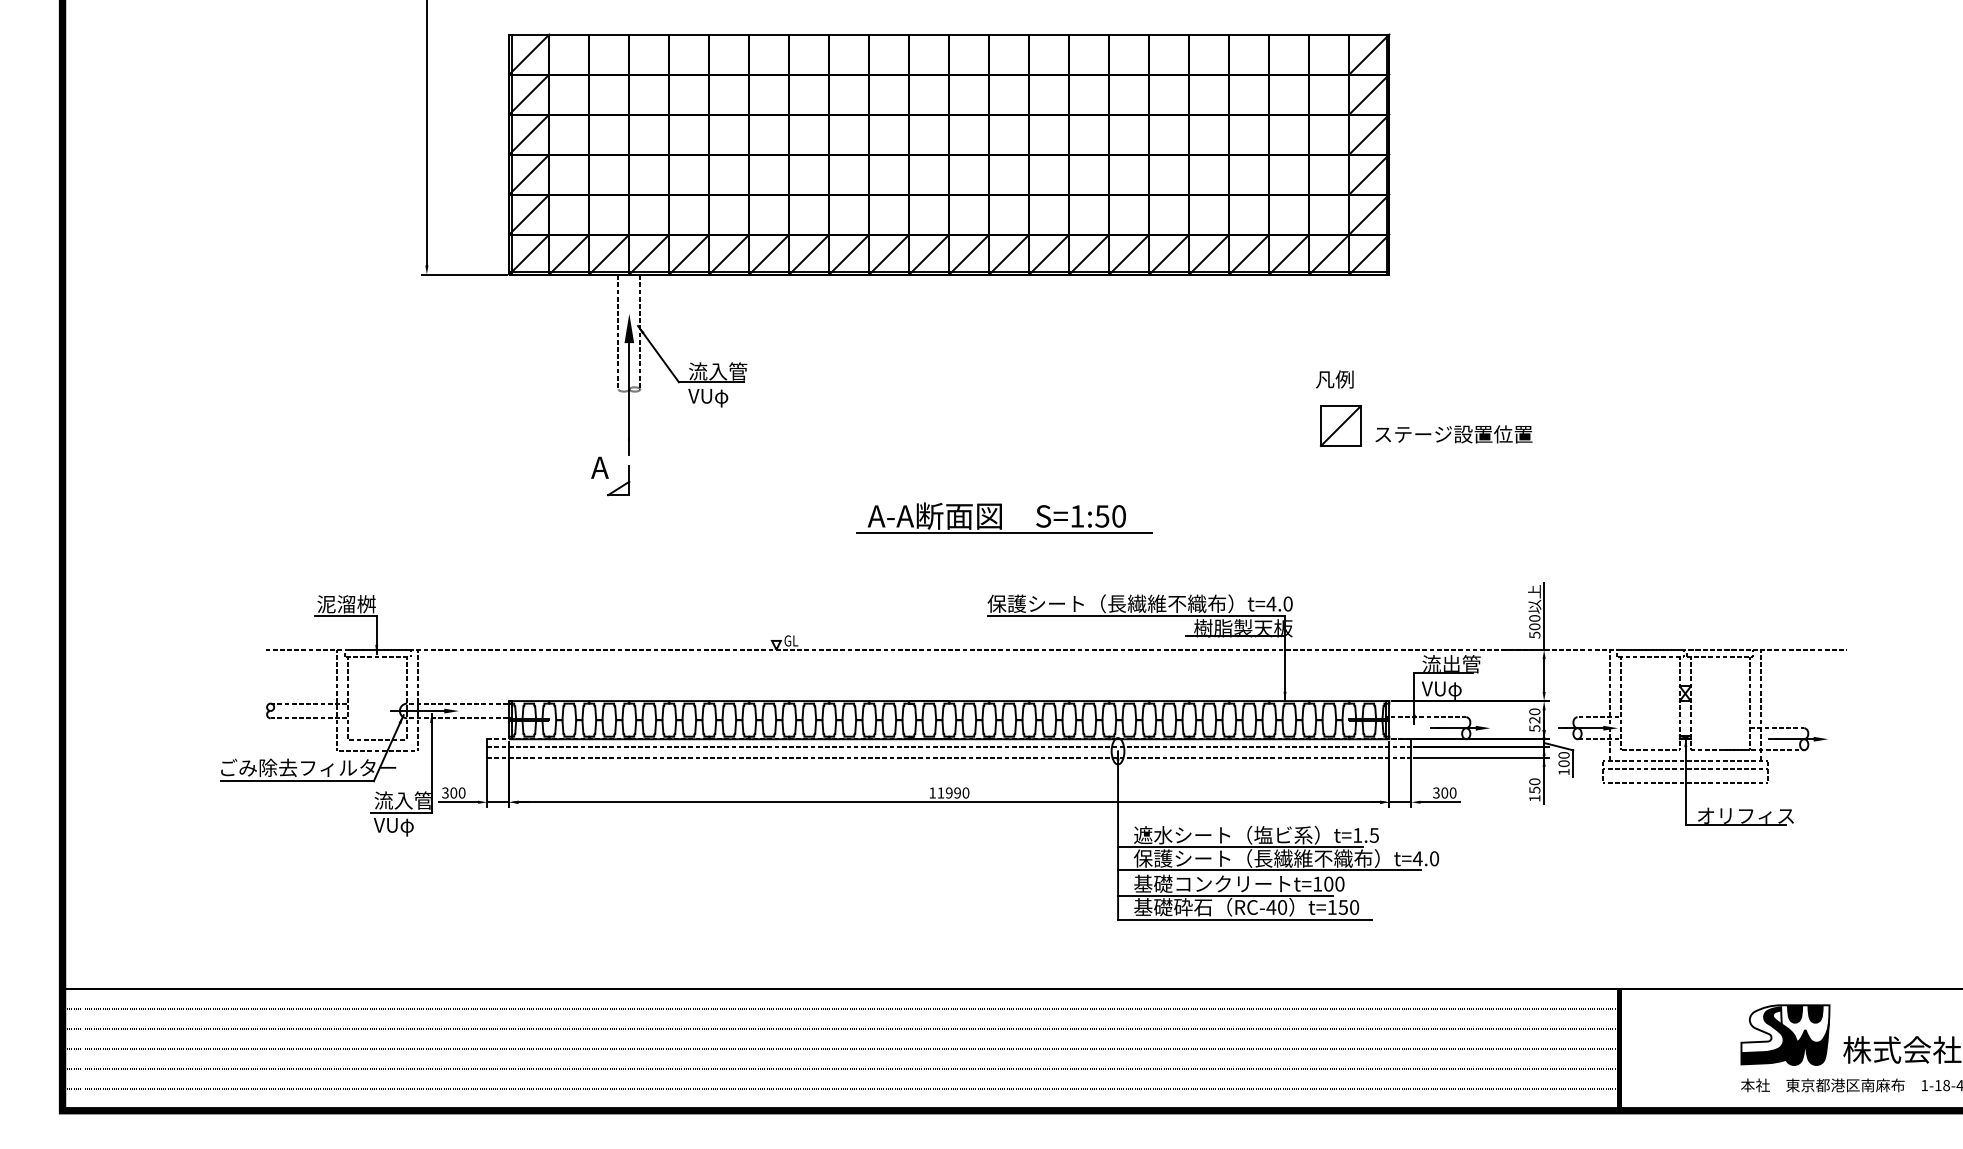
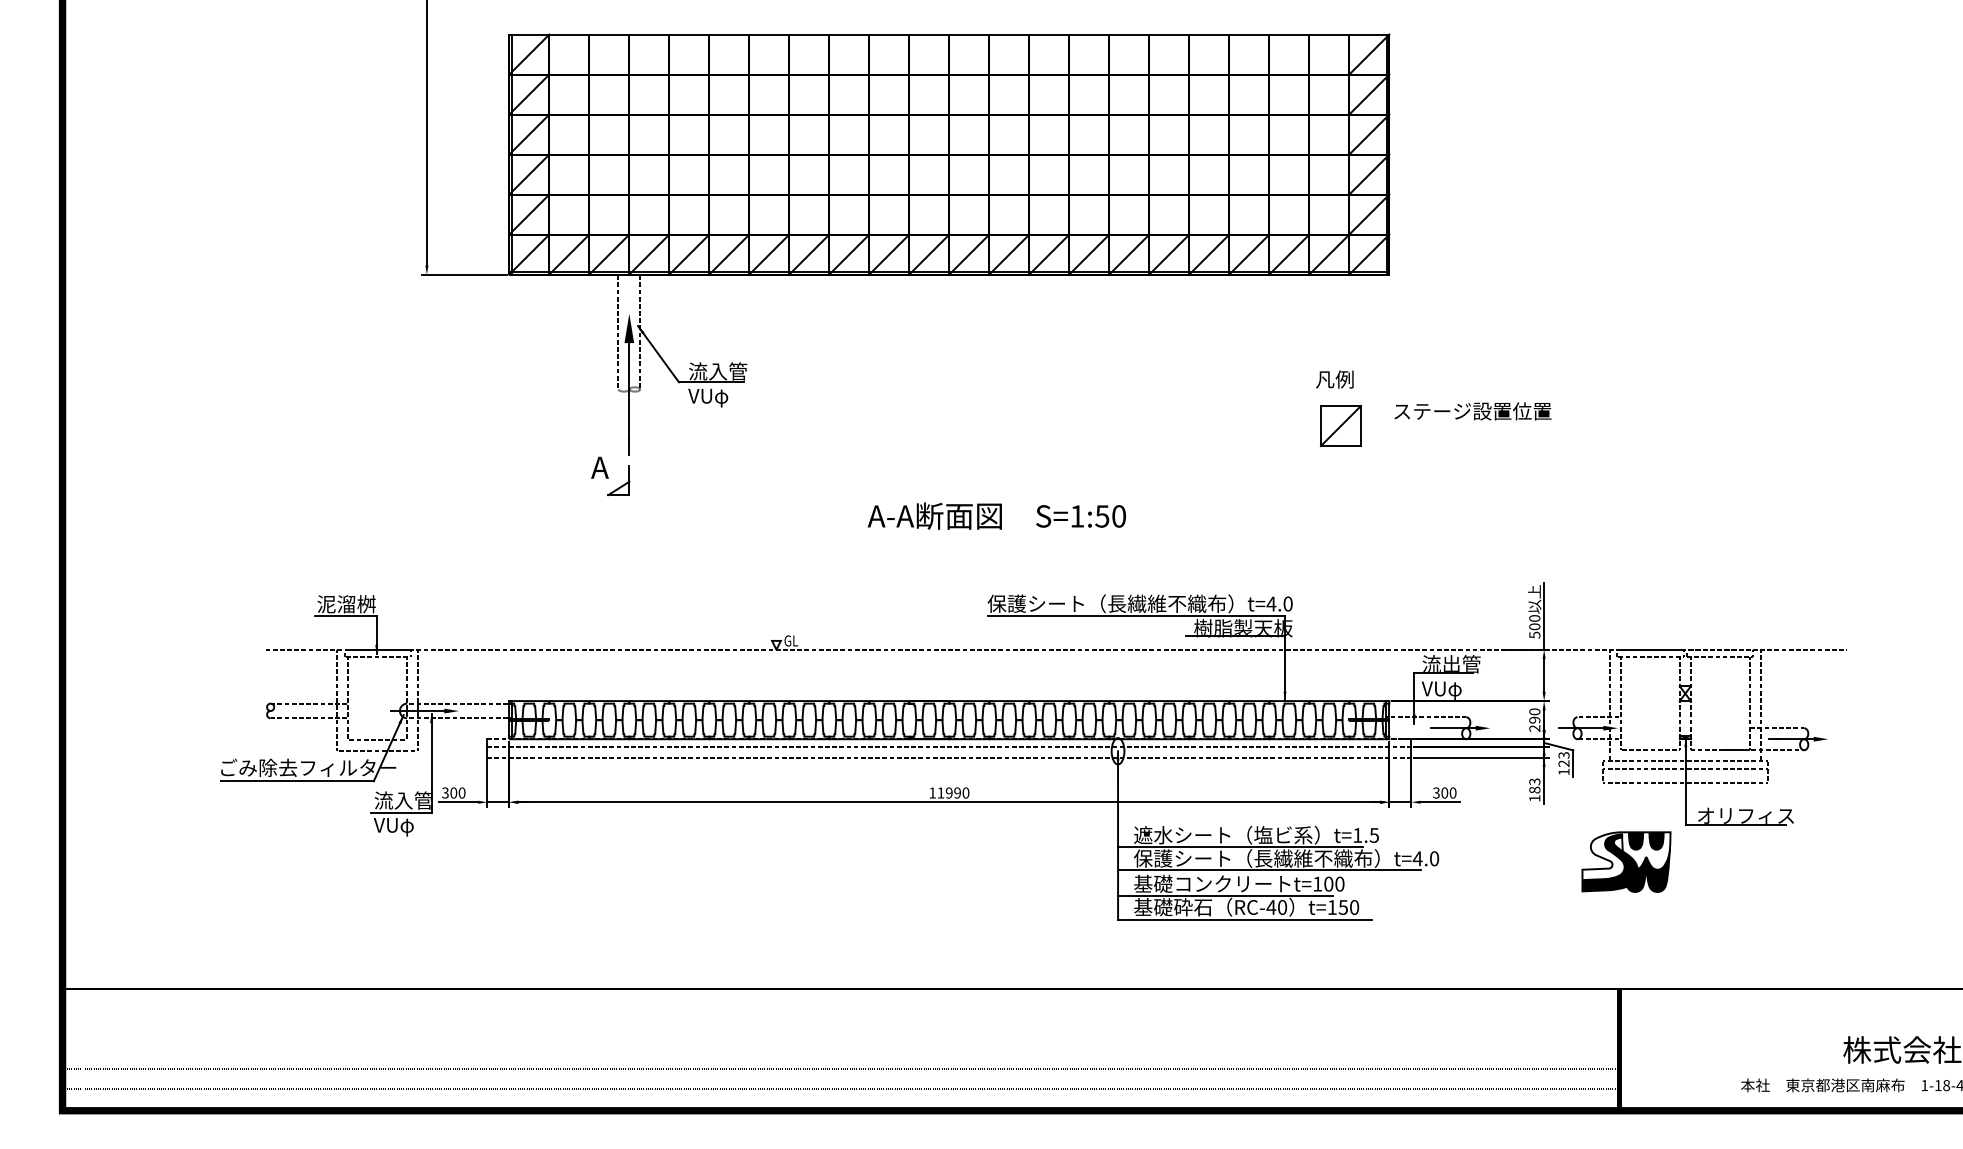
text at (1453, 434) position: (1453, 434) -> (1472, 411)
line at (1004, 532): present -> none
text at (1534, 723): 520 -> 290
text at (1563, 759): 100 -> 123
text at (1534, 785): 150 -> 183
line at (839, 1009): present -> none
line at (839, 1028): present -> none
part at (1785, 1034) position: (1785, 1034) -> (1626, 861)
line at (839, 1048): present -> none
